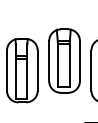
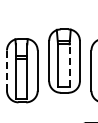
line at (69, 65): solid -> dashed
line at (6, 71): solid -> dashed
